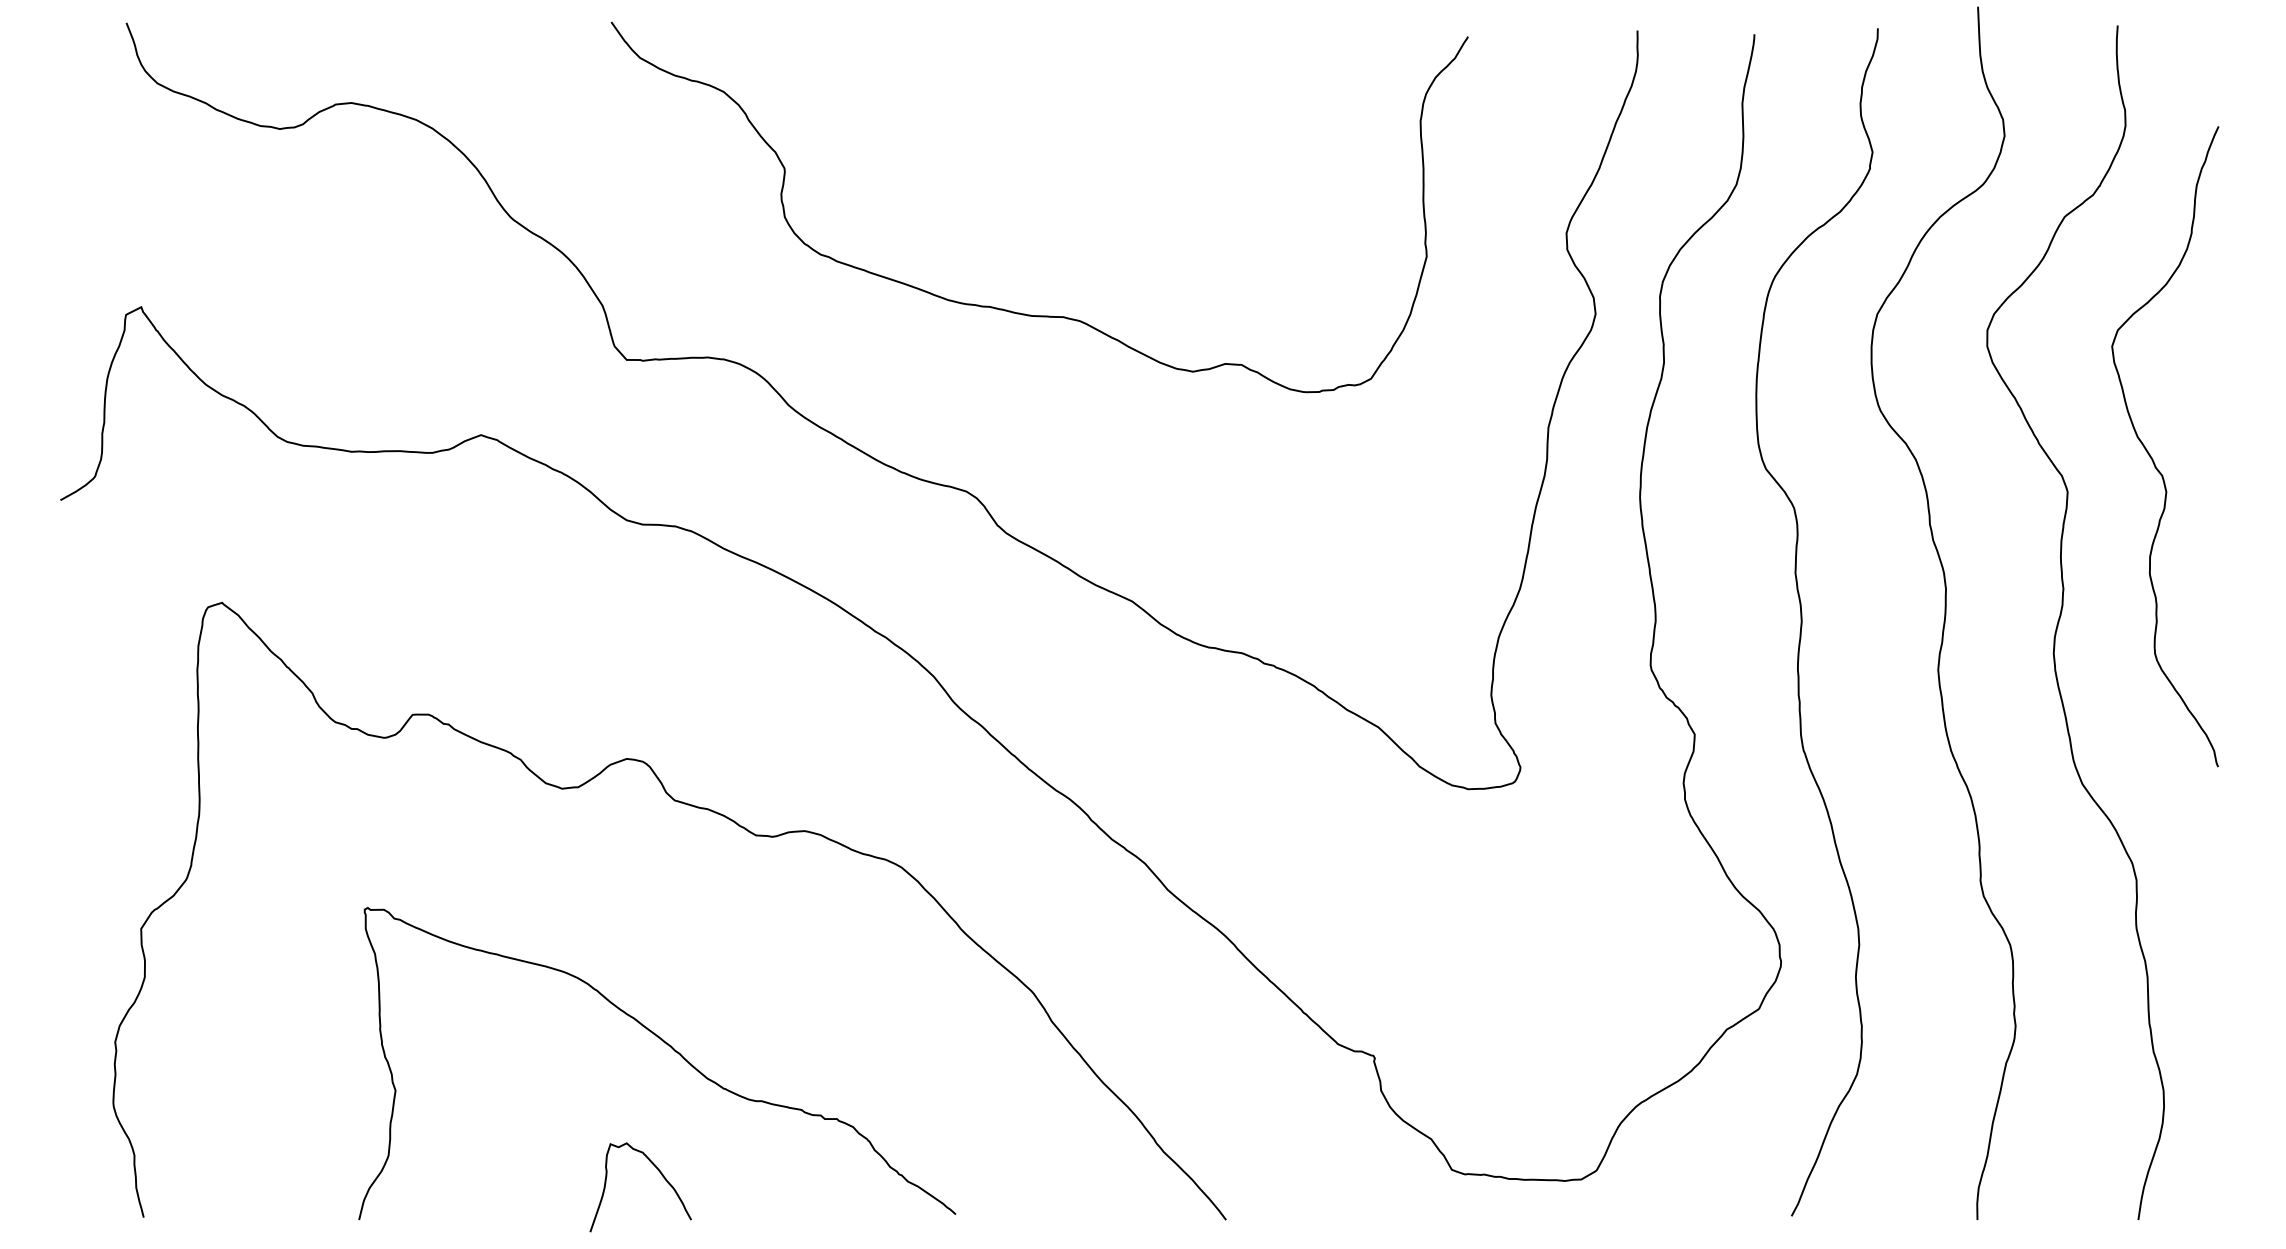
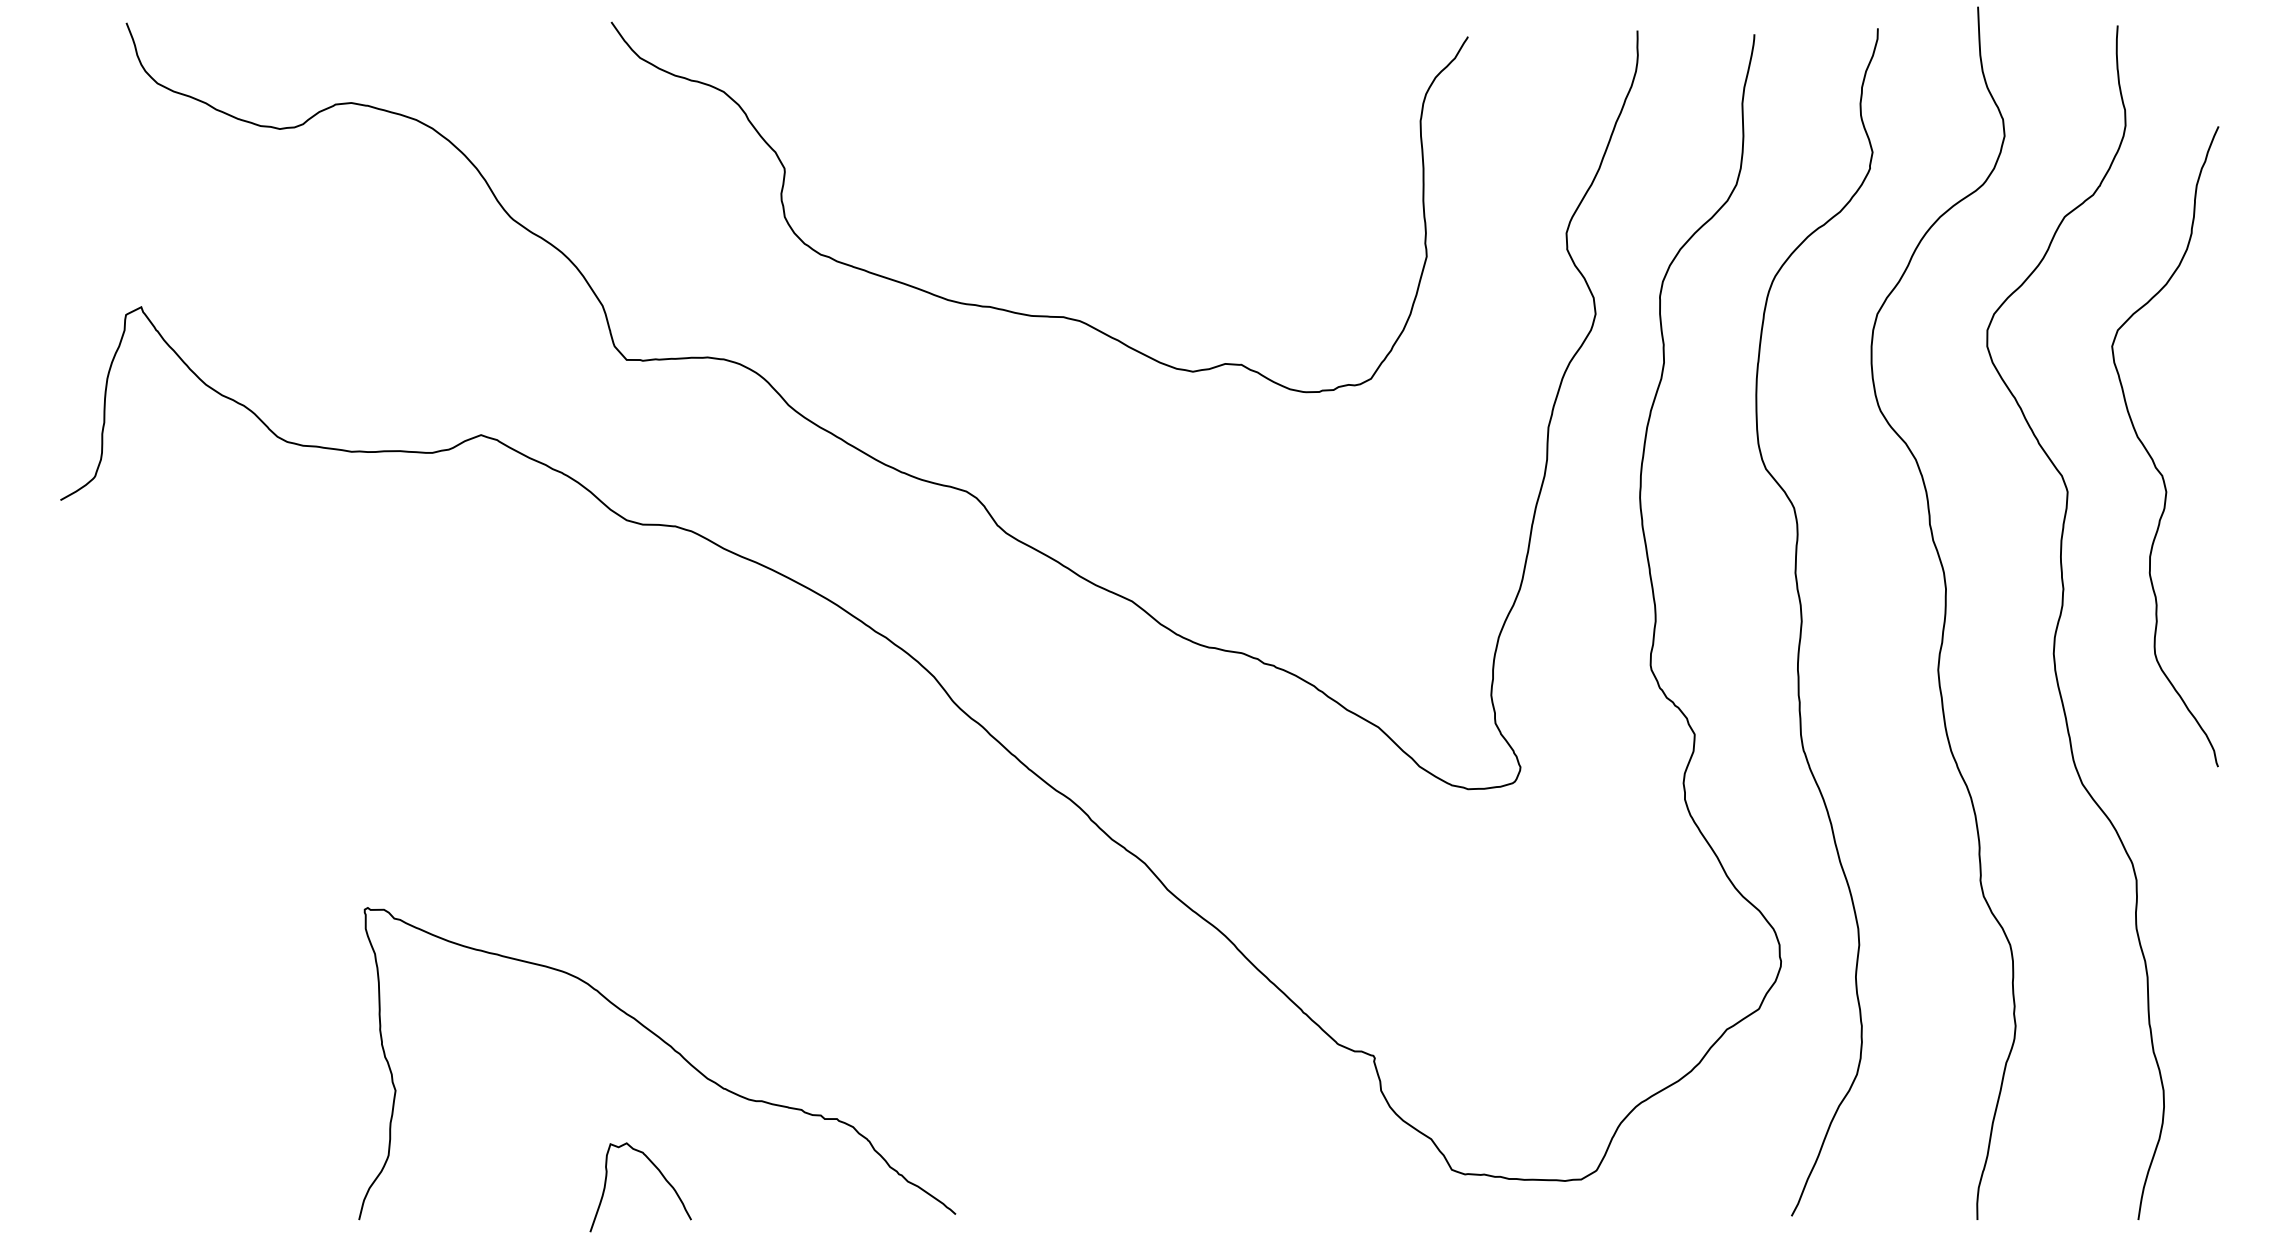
curve at (697, 808): present -> none
